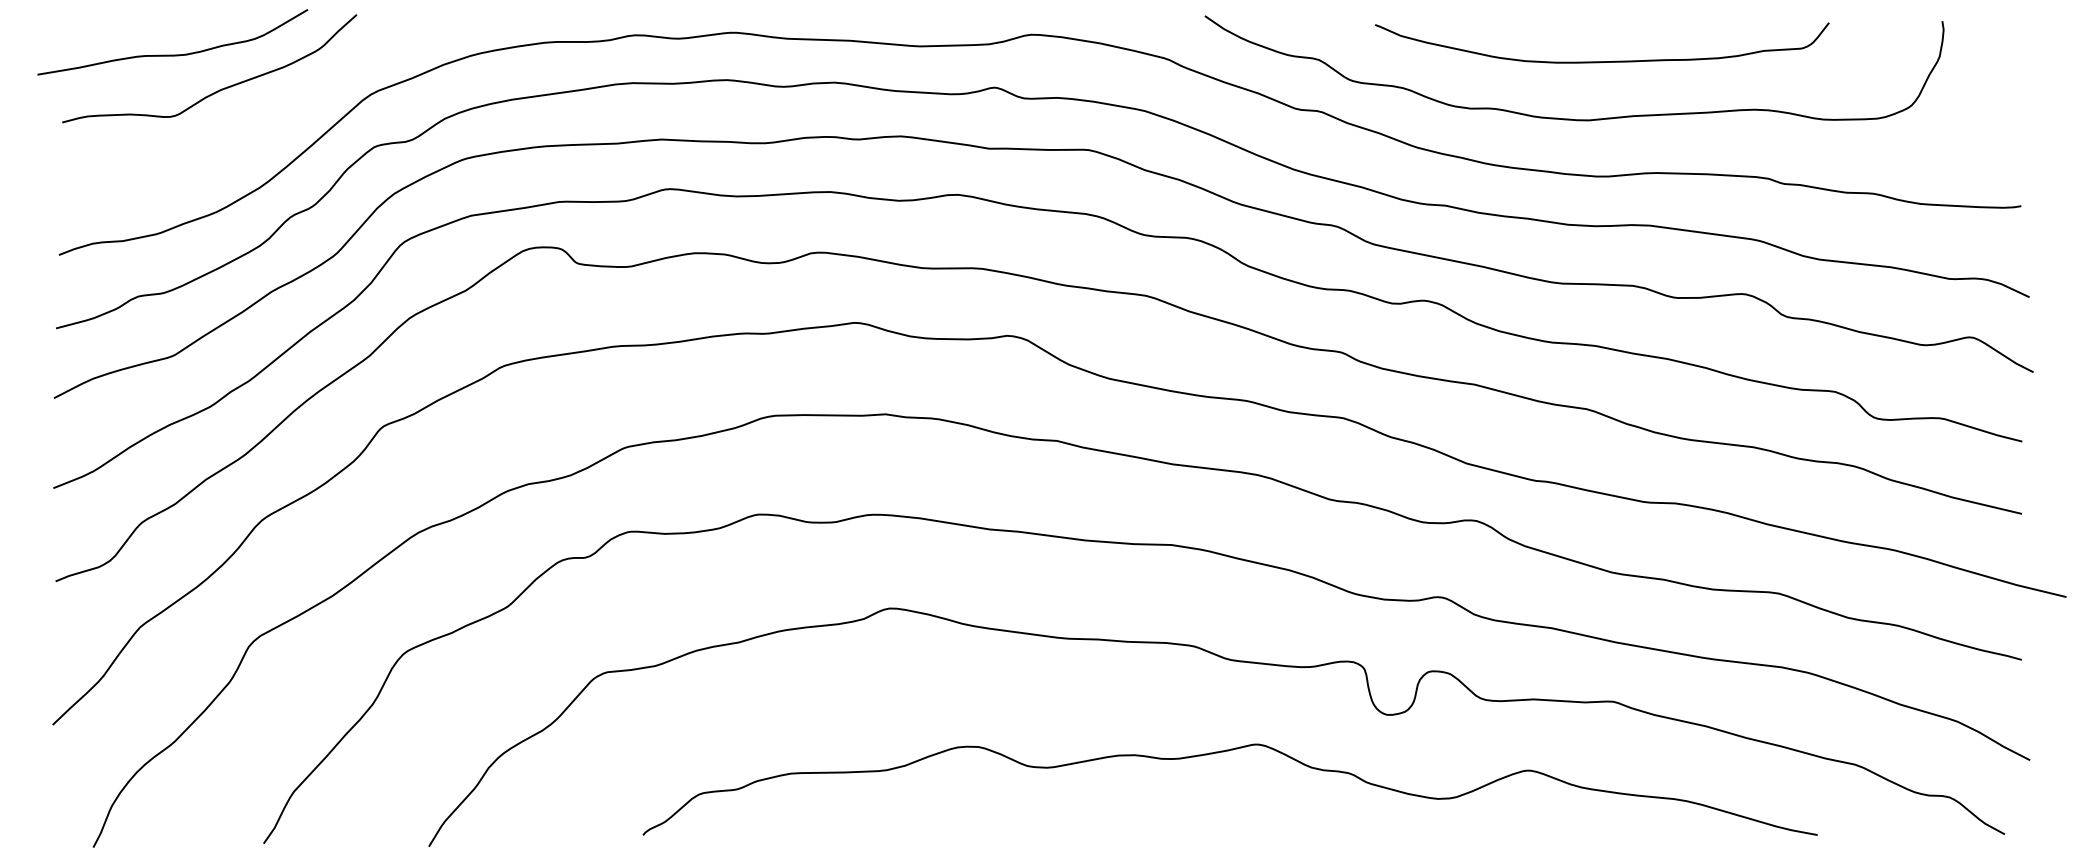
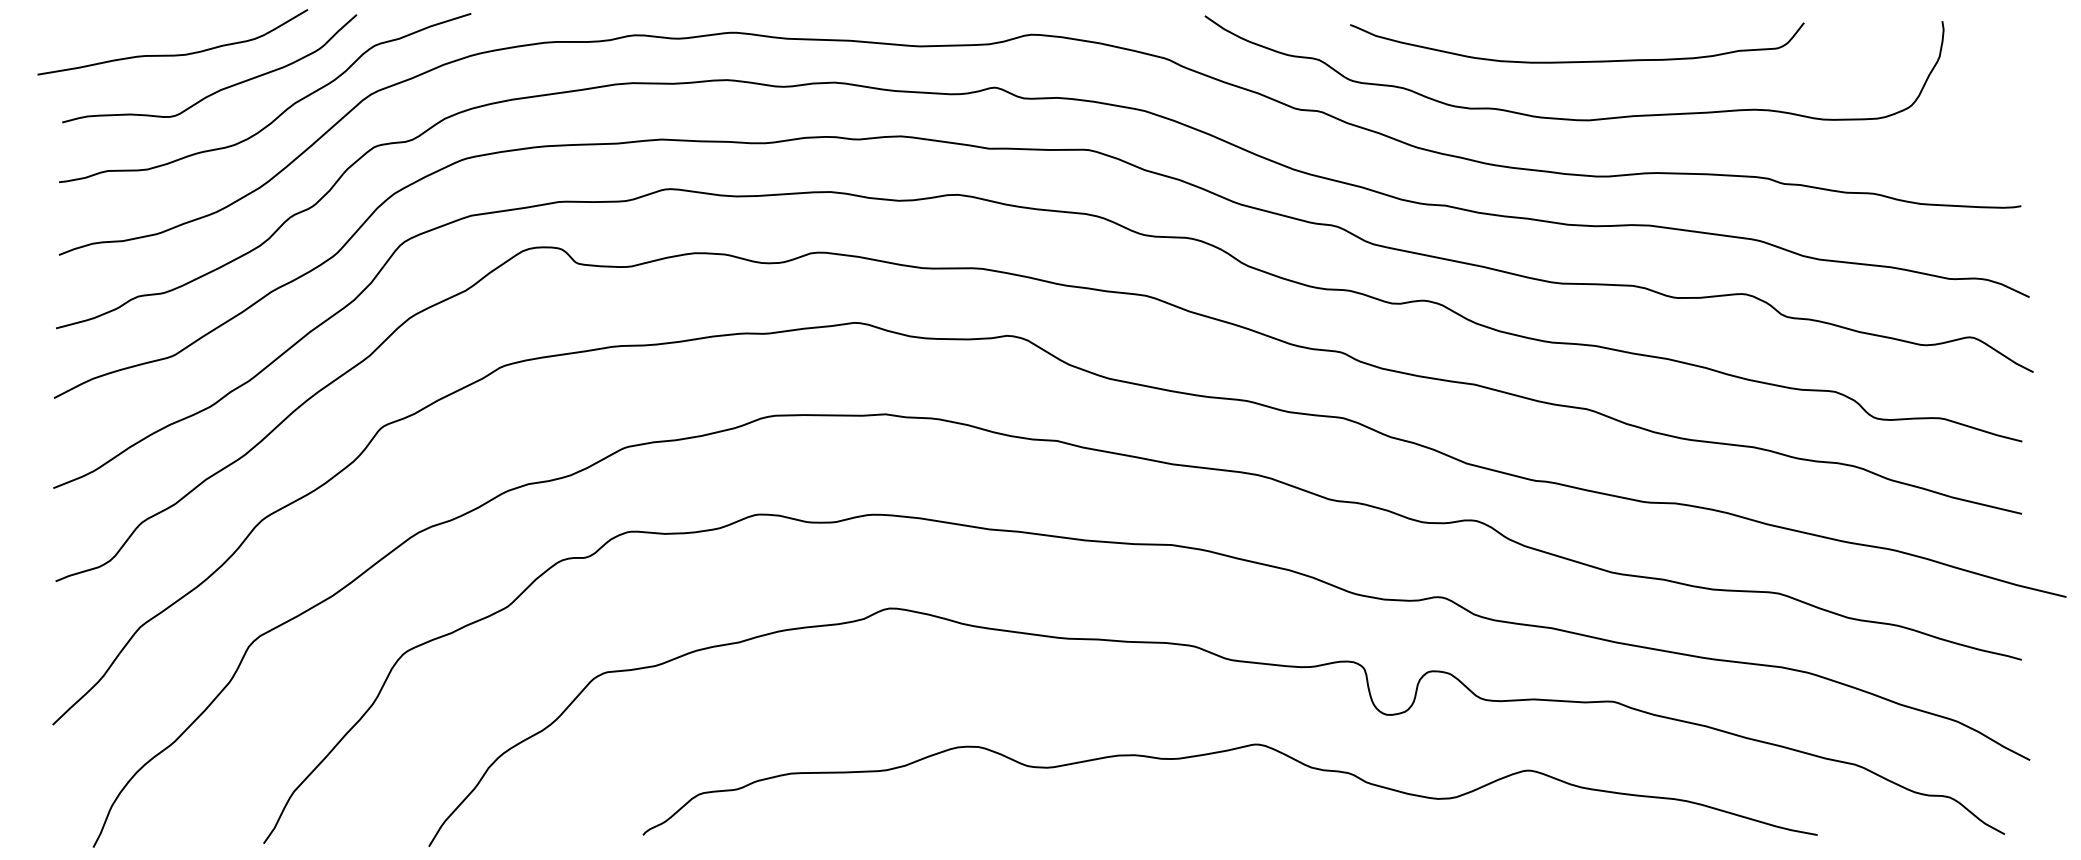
curve at (1602, 61) position: (1602, 61) -> (1577, 61)
curve at (280, 113): none -> present
